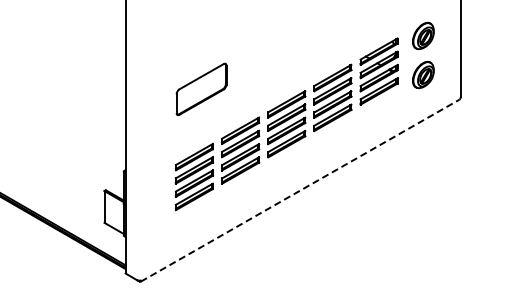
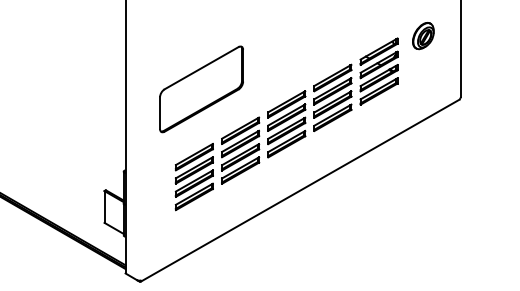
part at (423, 75): present -> none
part at (201, 88) size: 53x54 px -> 85x89 px
line at (300, 190): dashed -> solid
